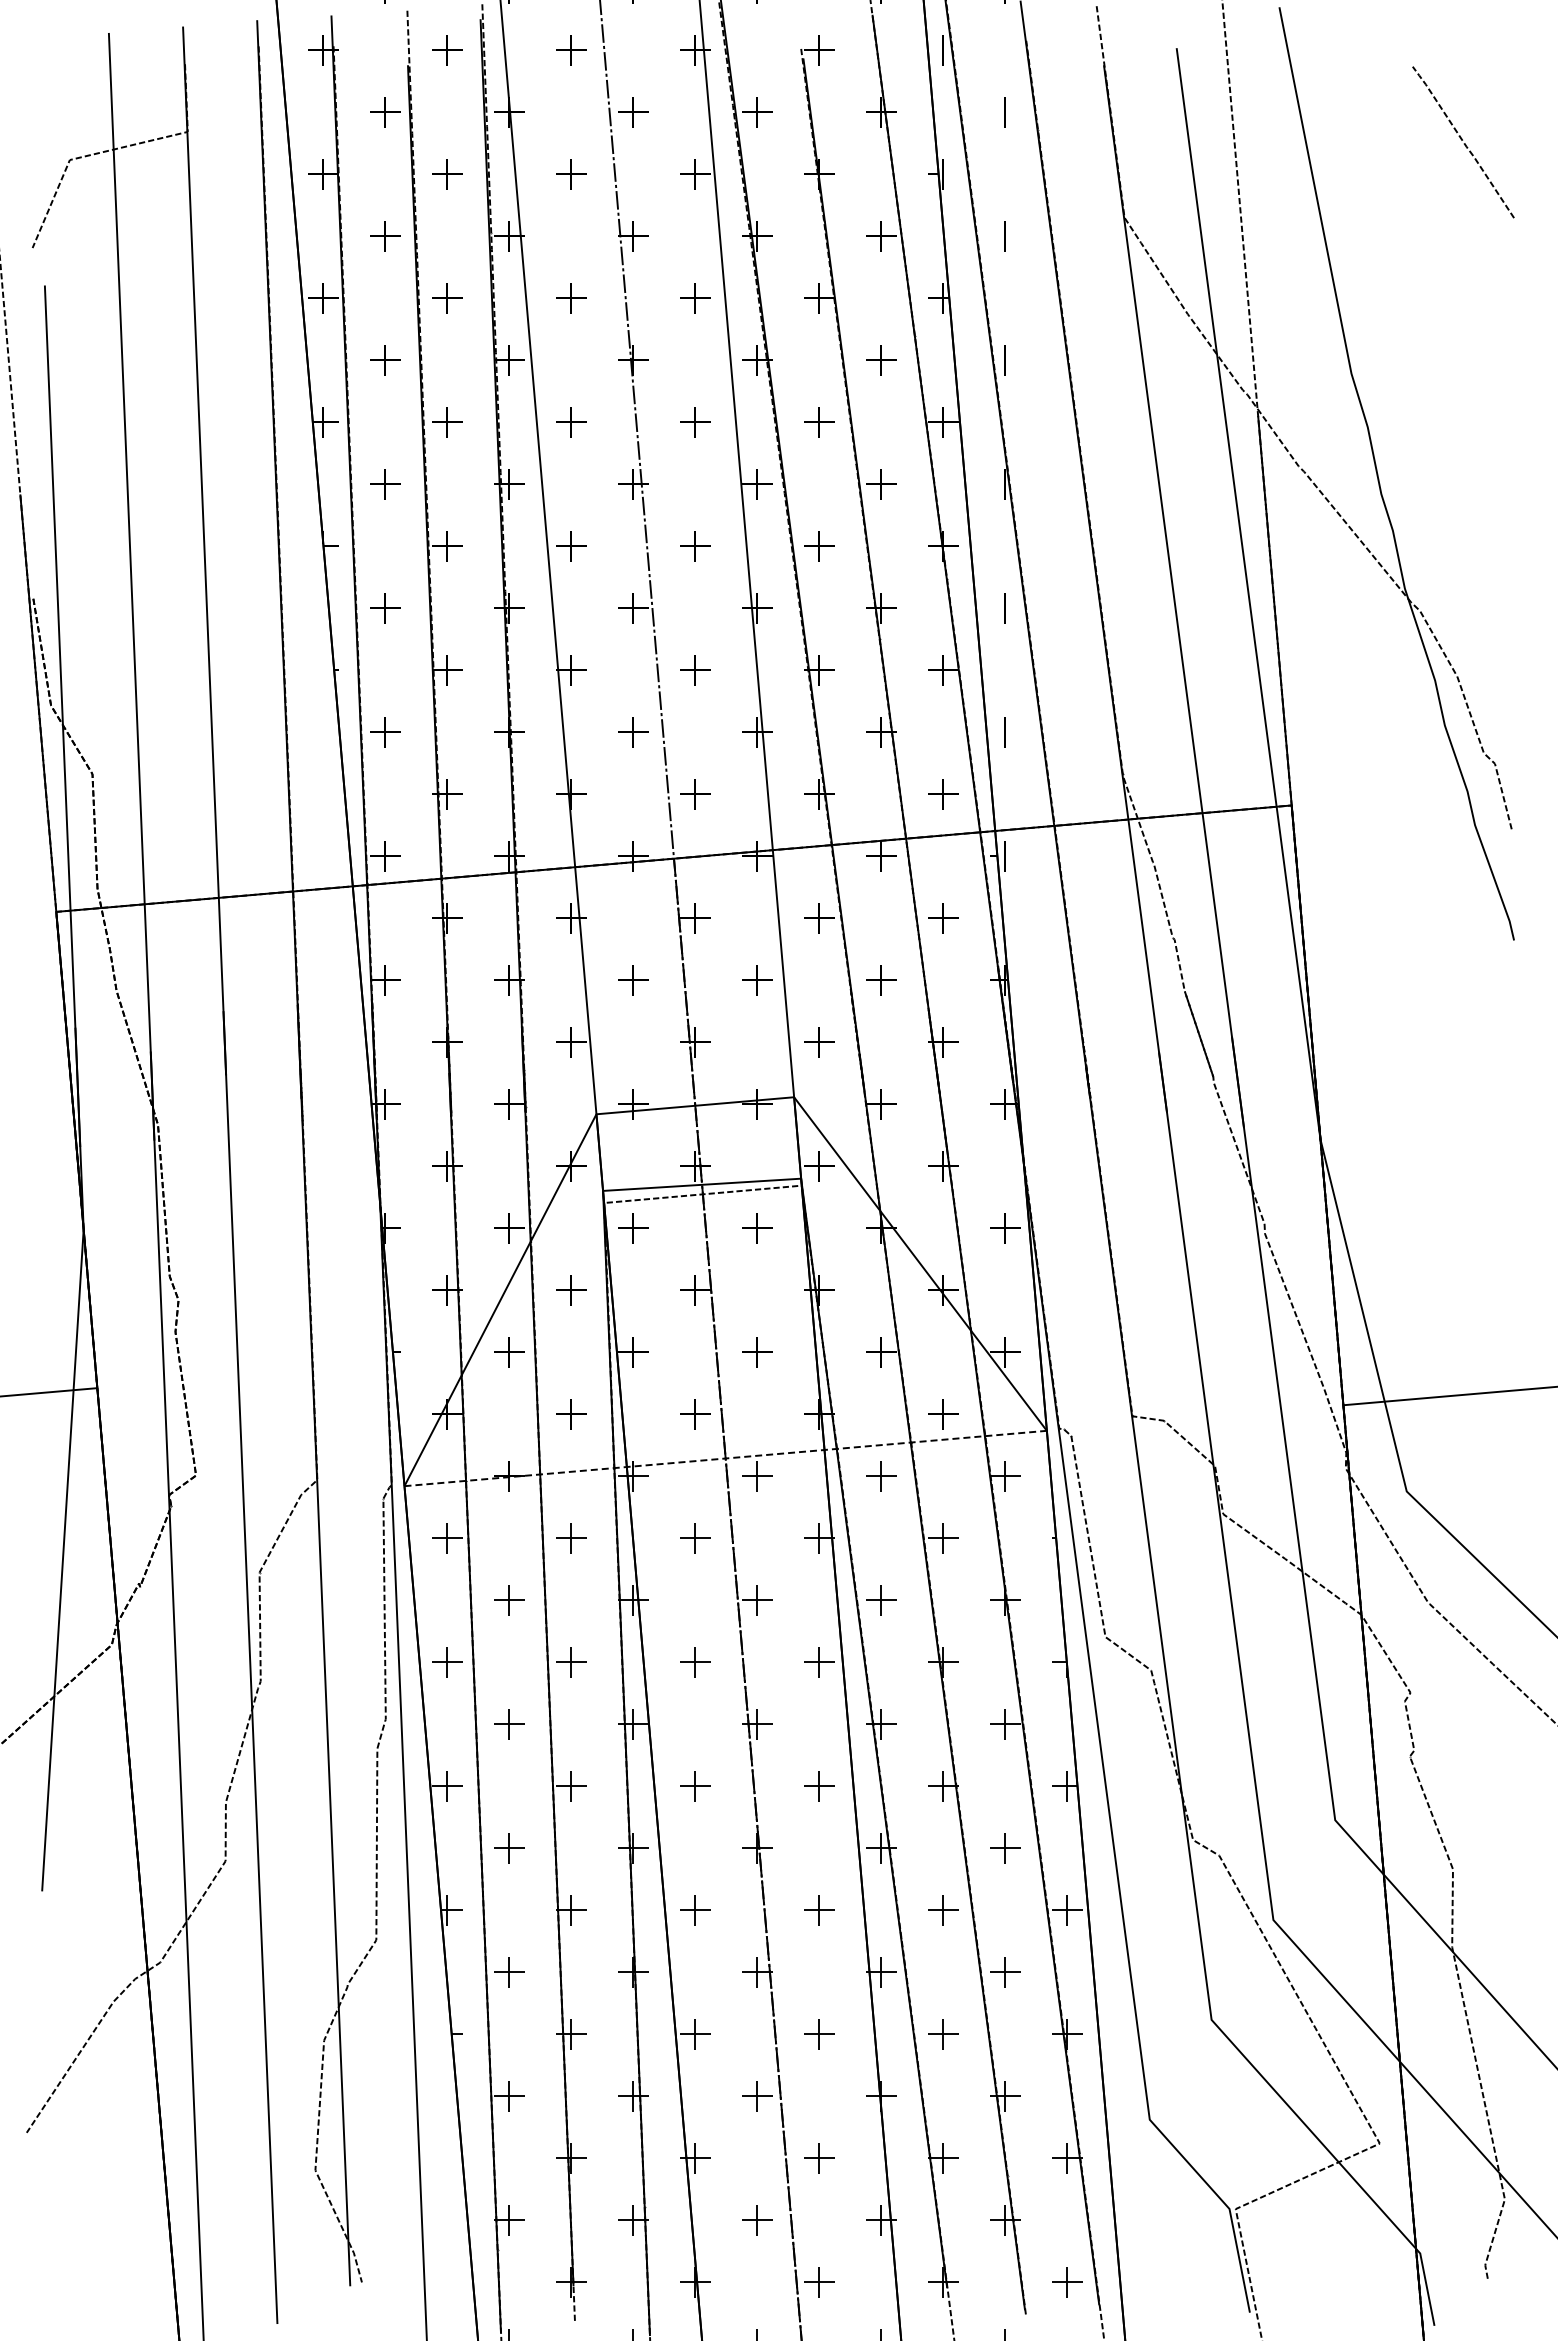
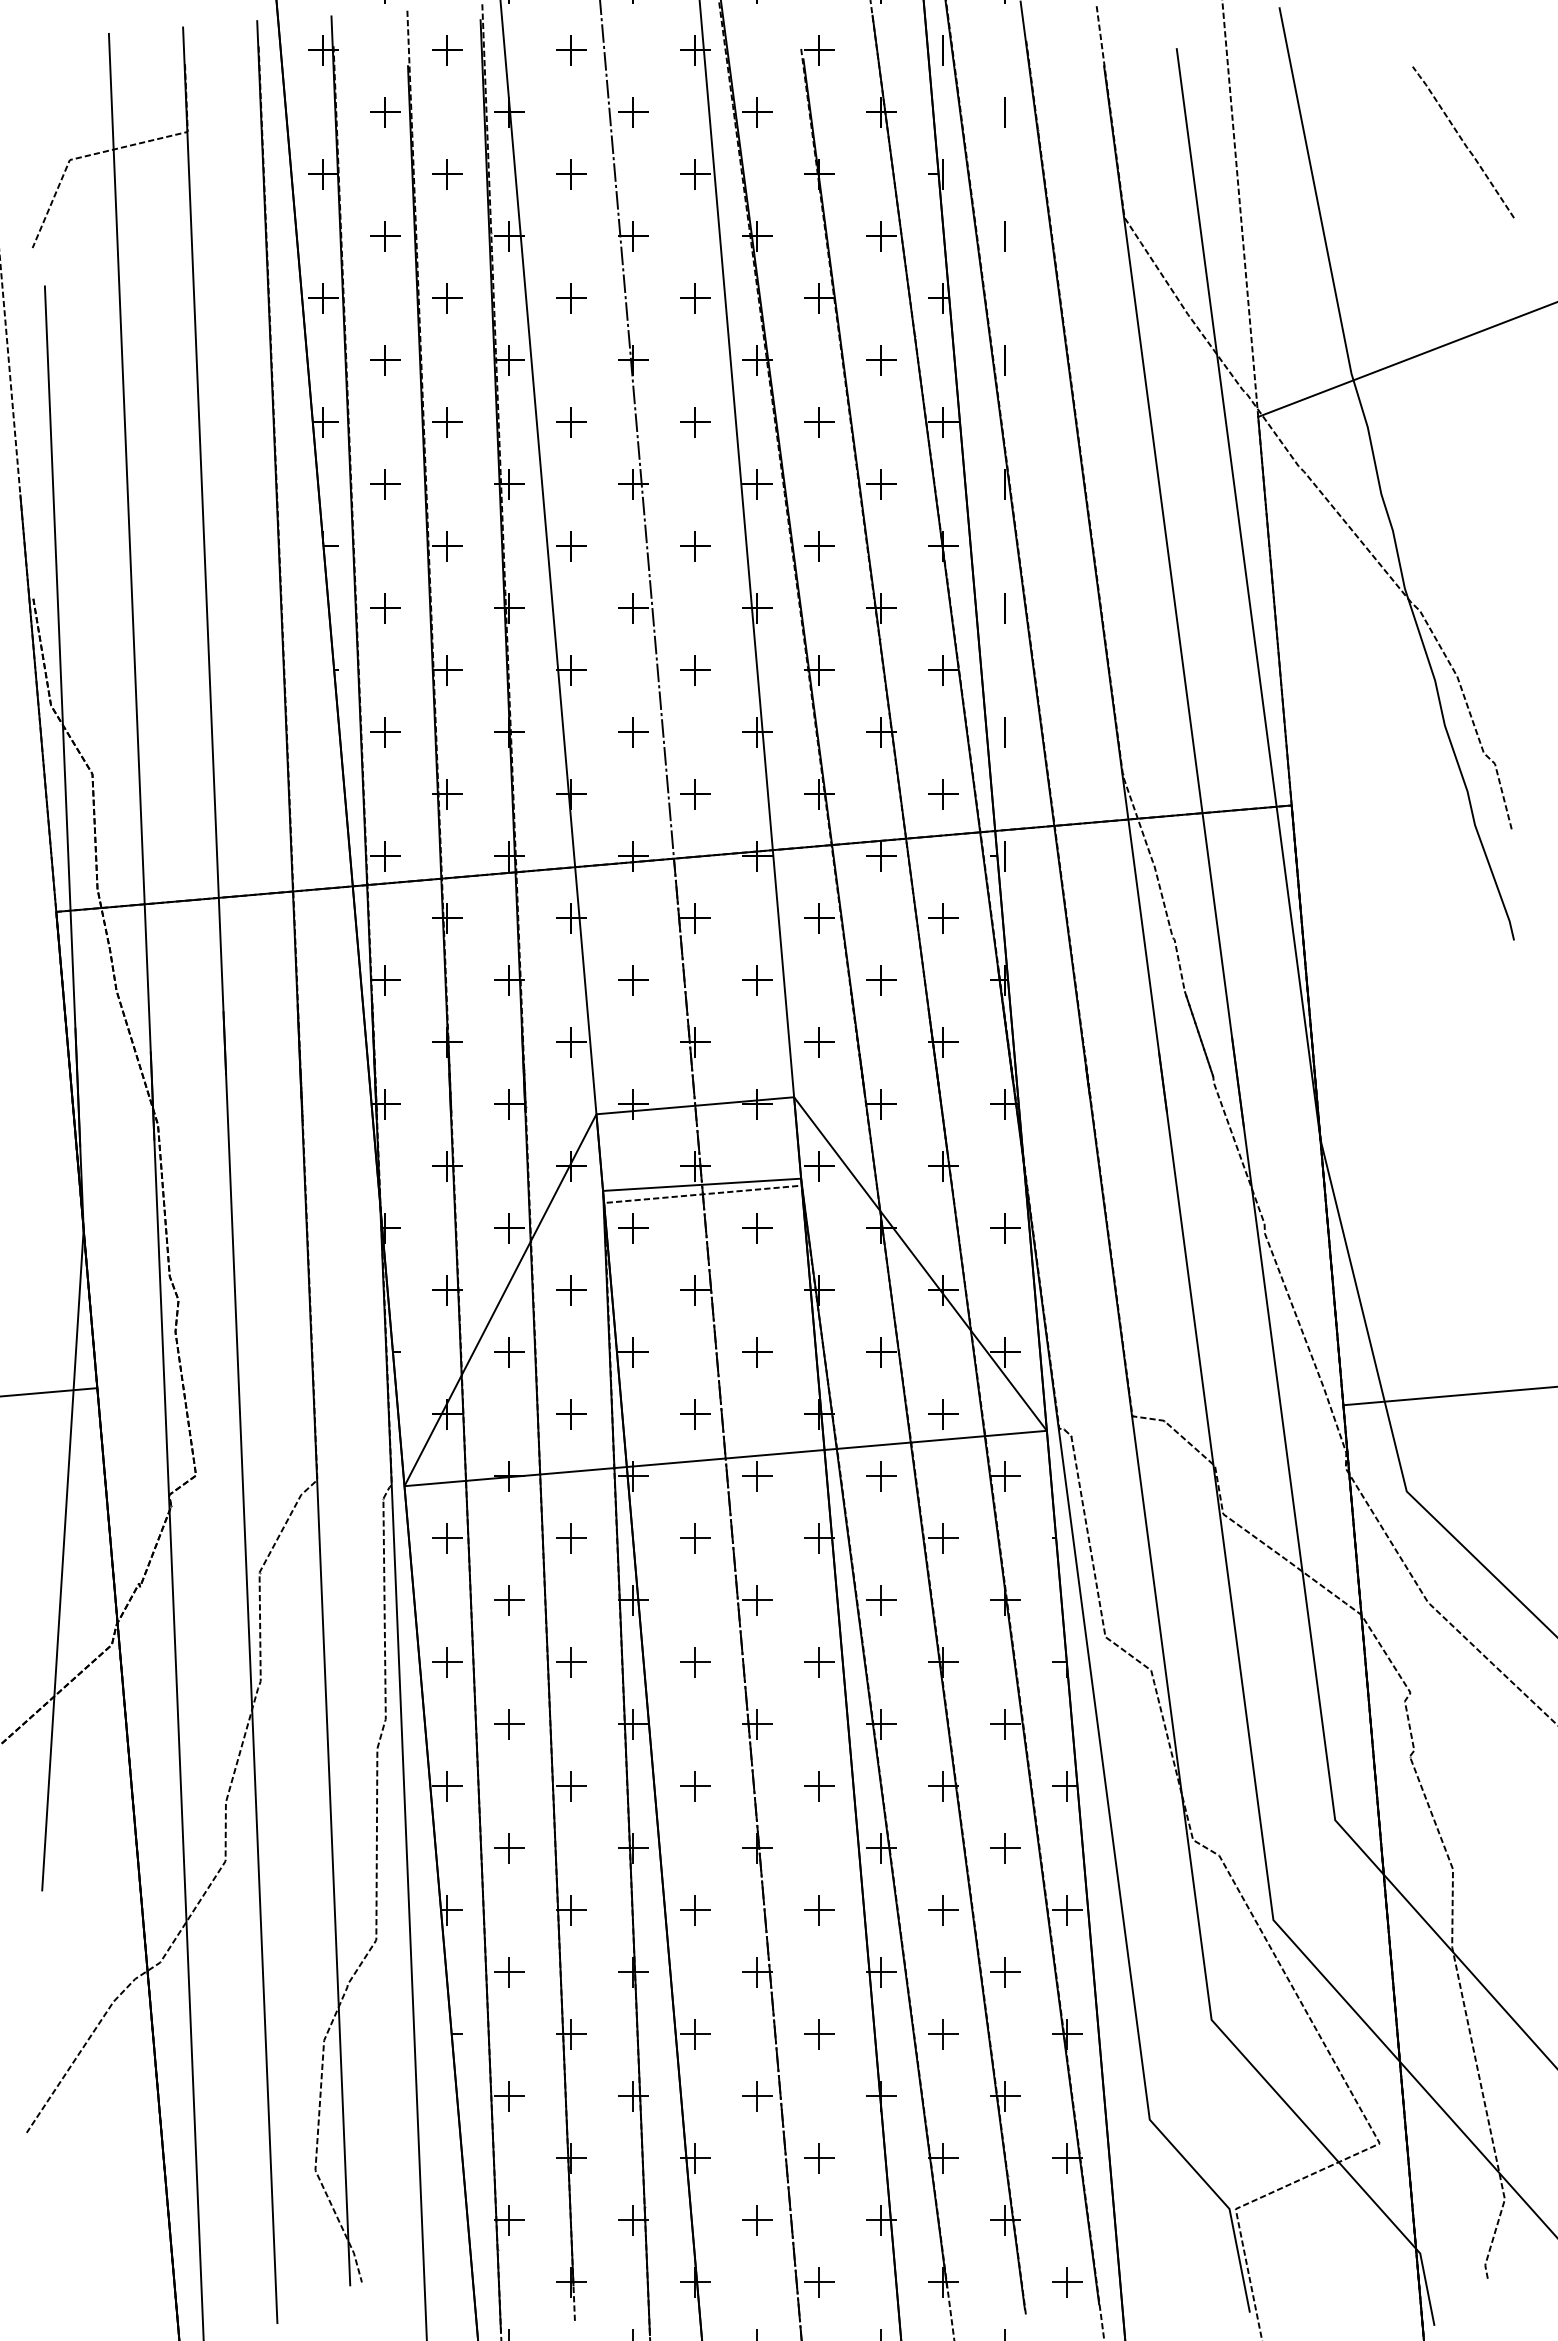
line at (1406, 359): none -> present
line at (726, 1458): dashed -> solid
